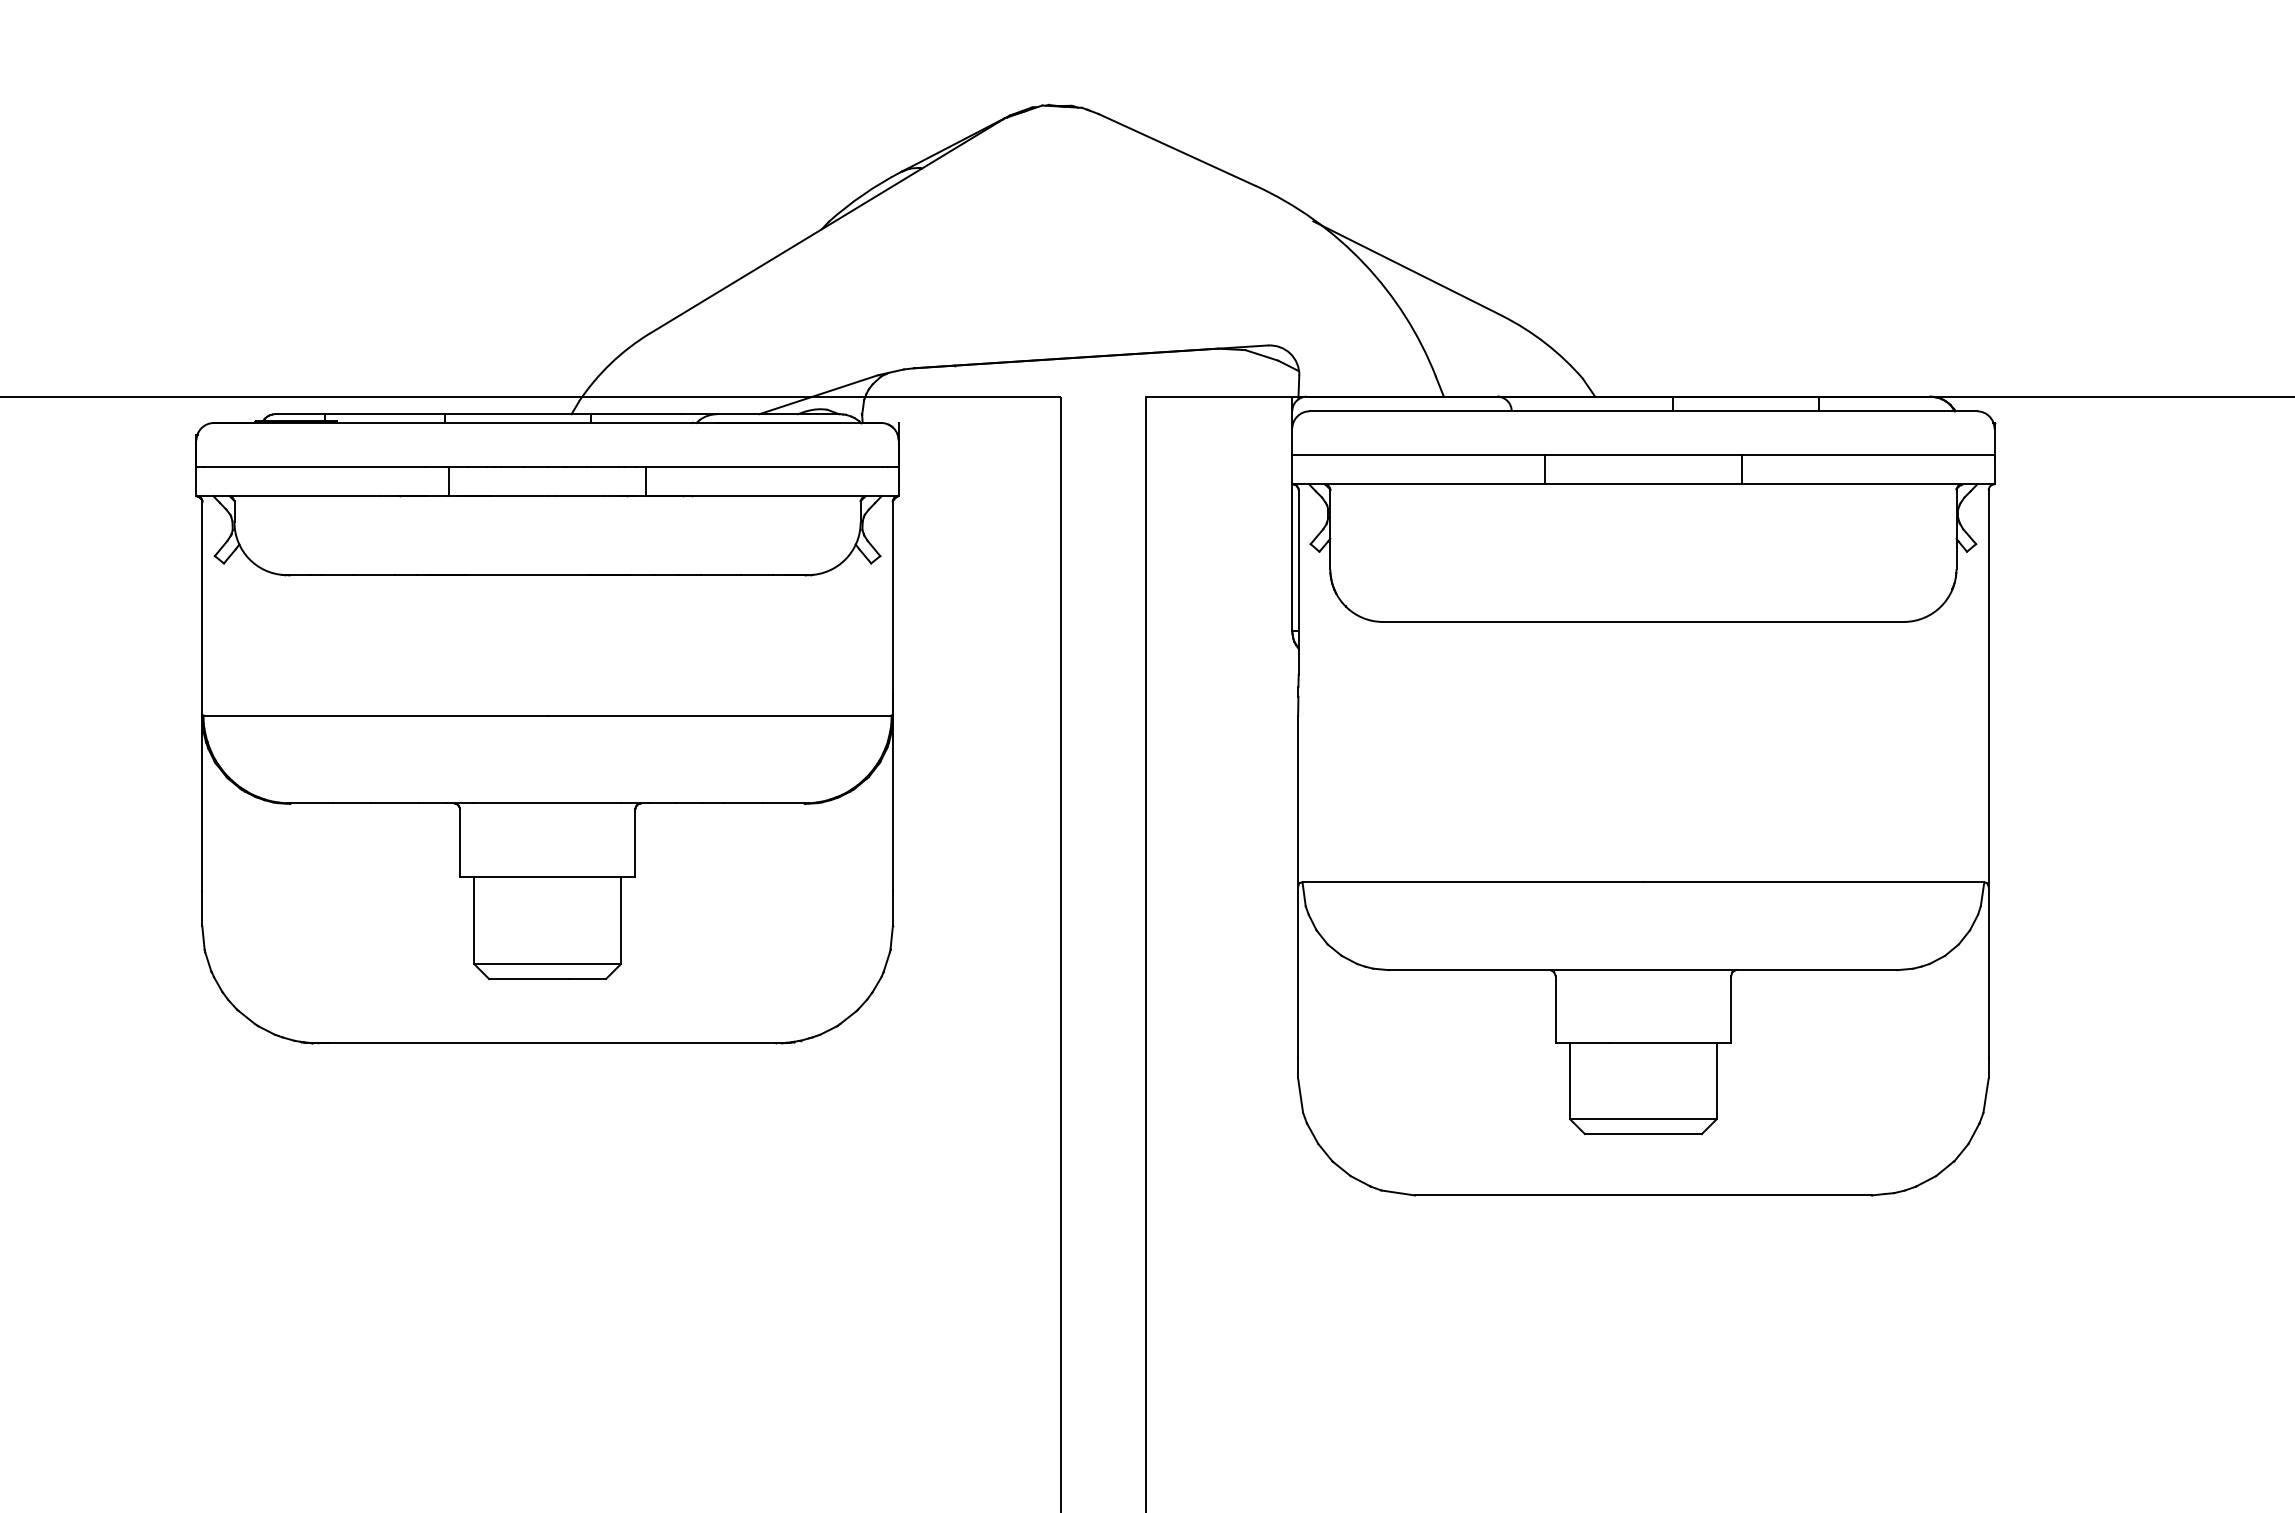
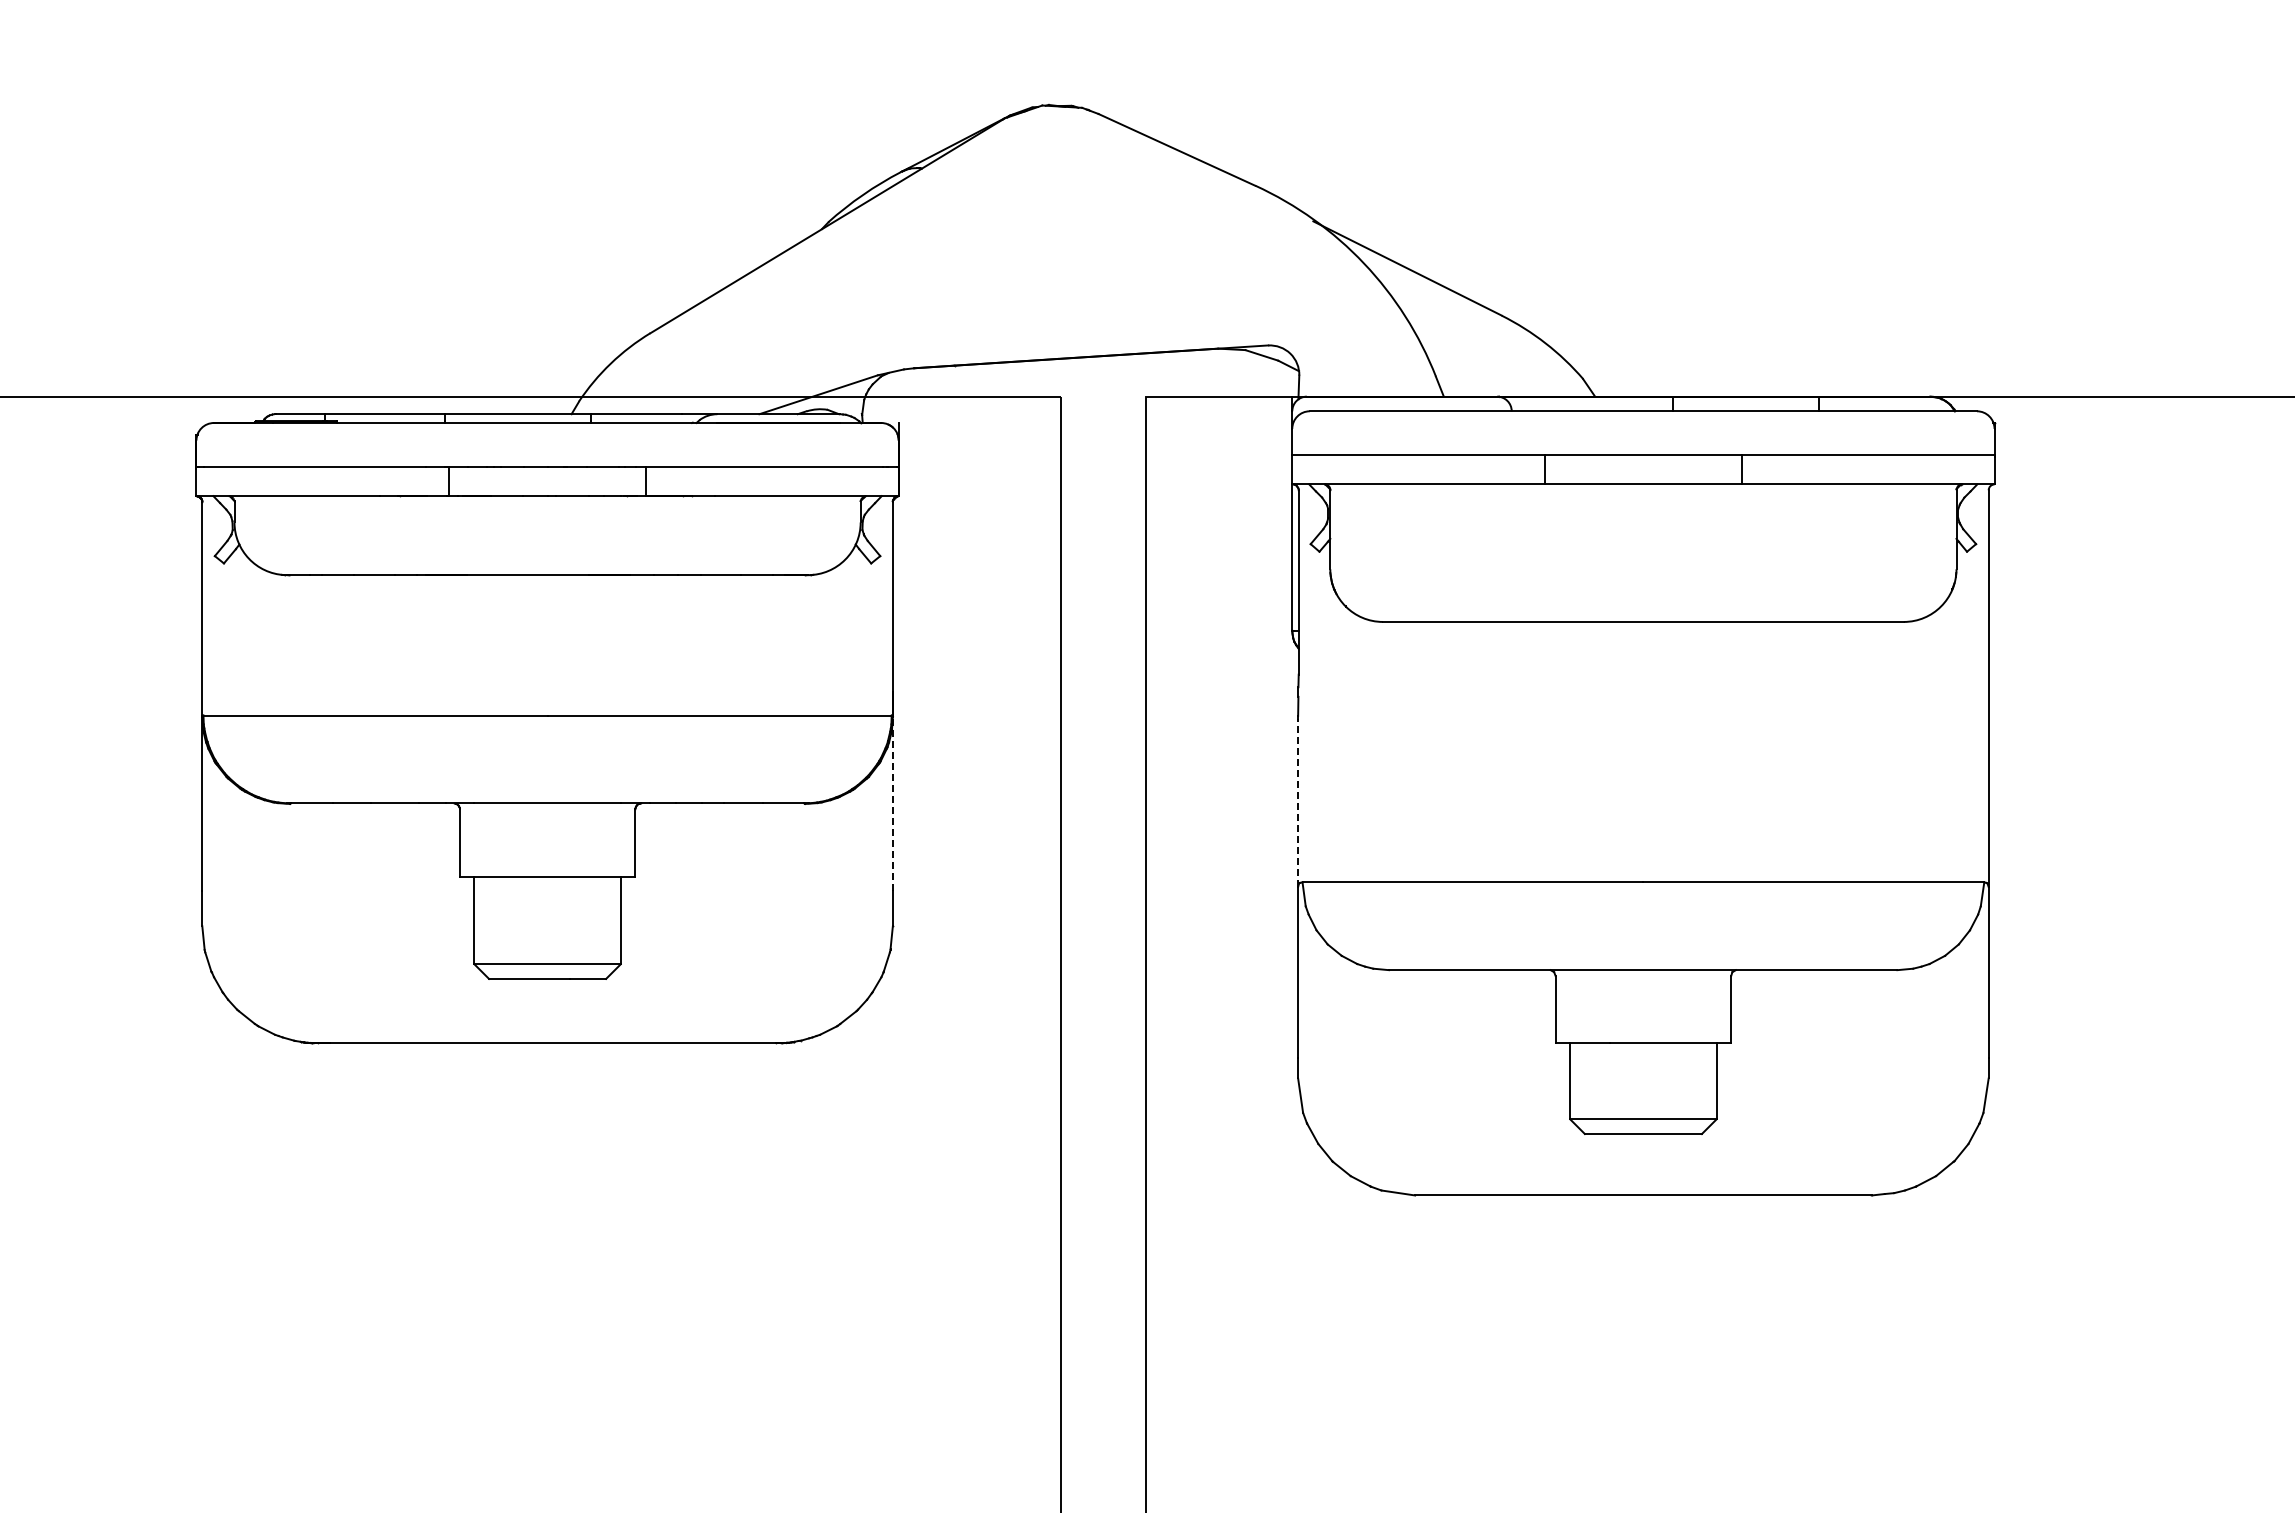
line at (892, 803): solid -> dashed
line at (1298, 803): solid -> dashed
